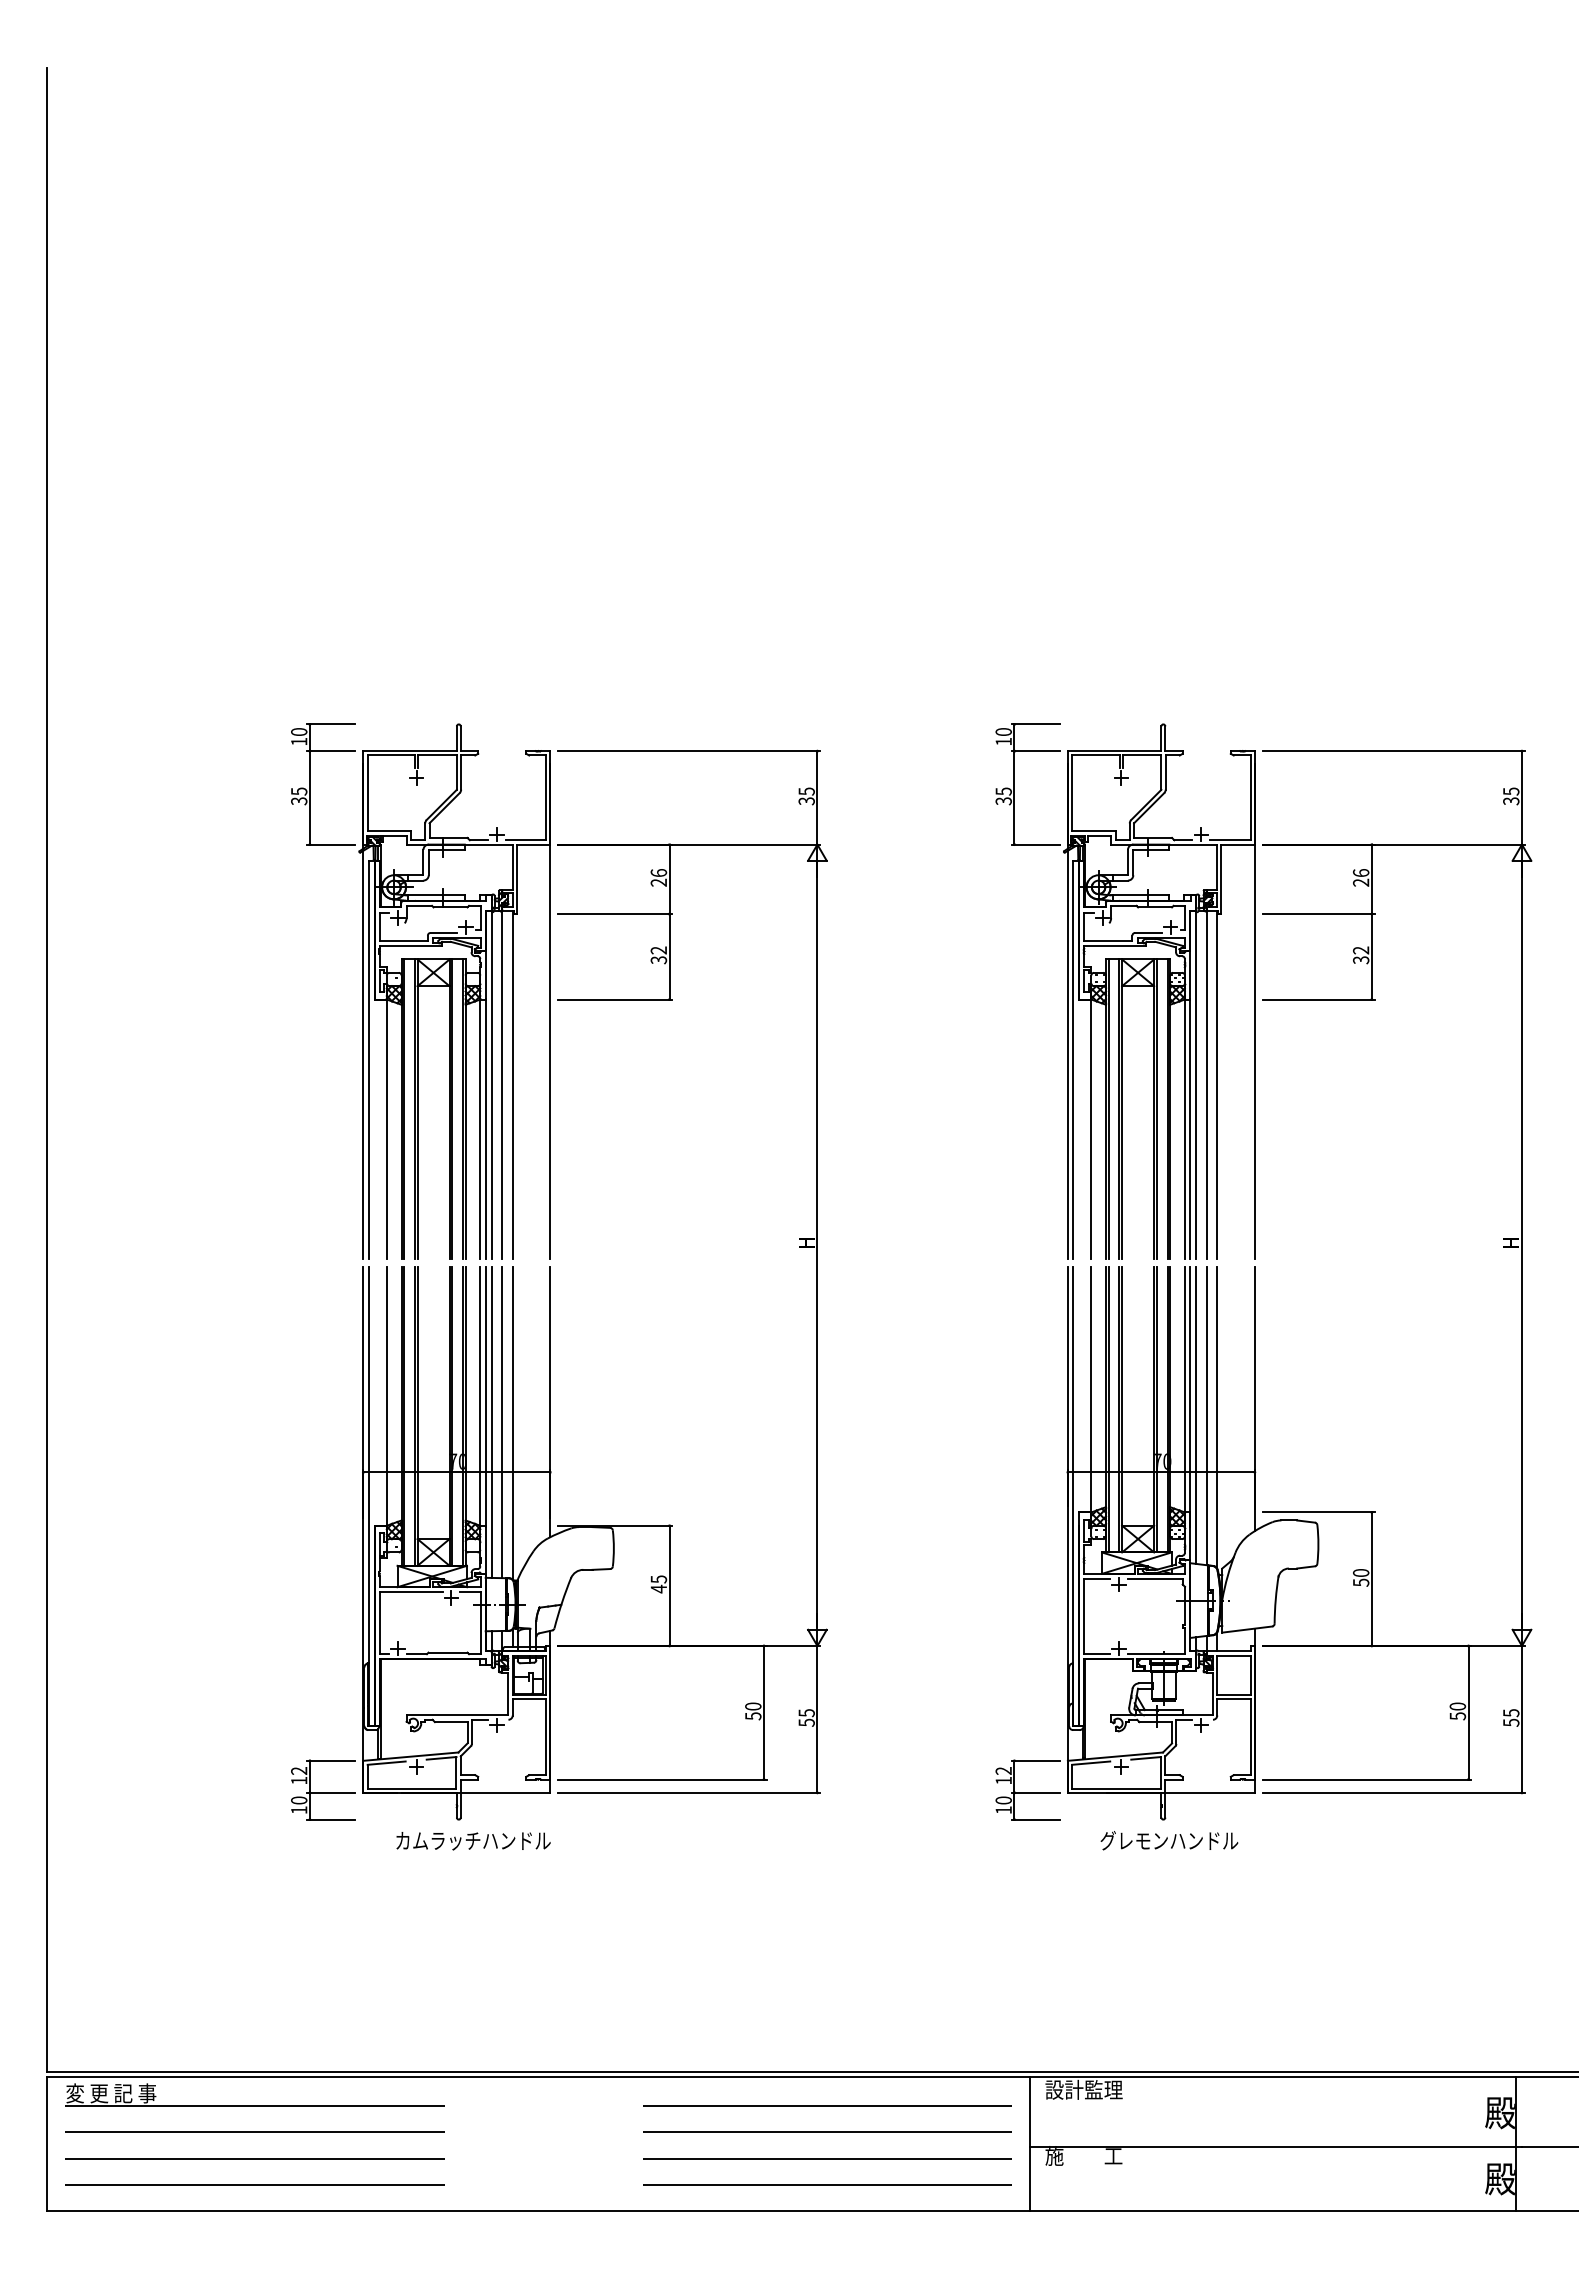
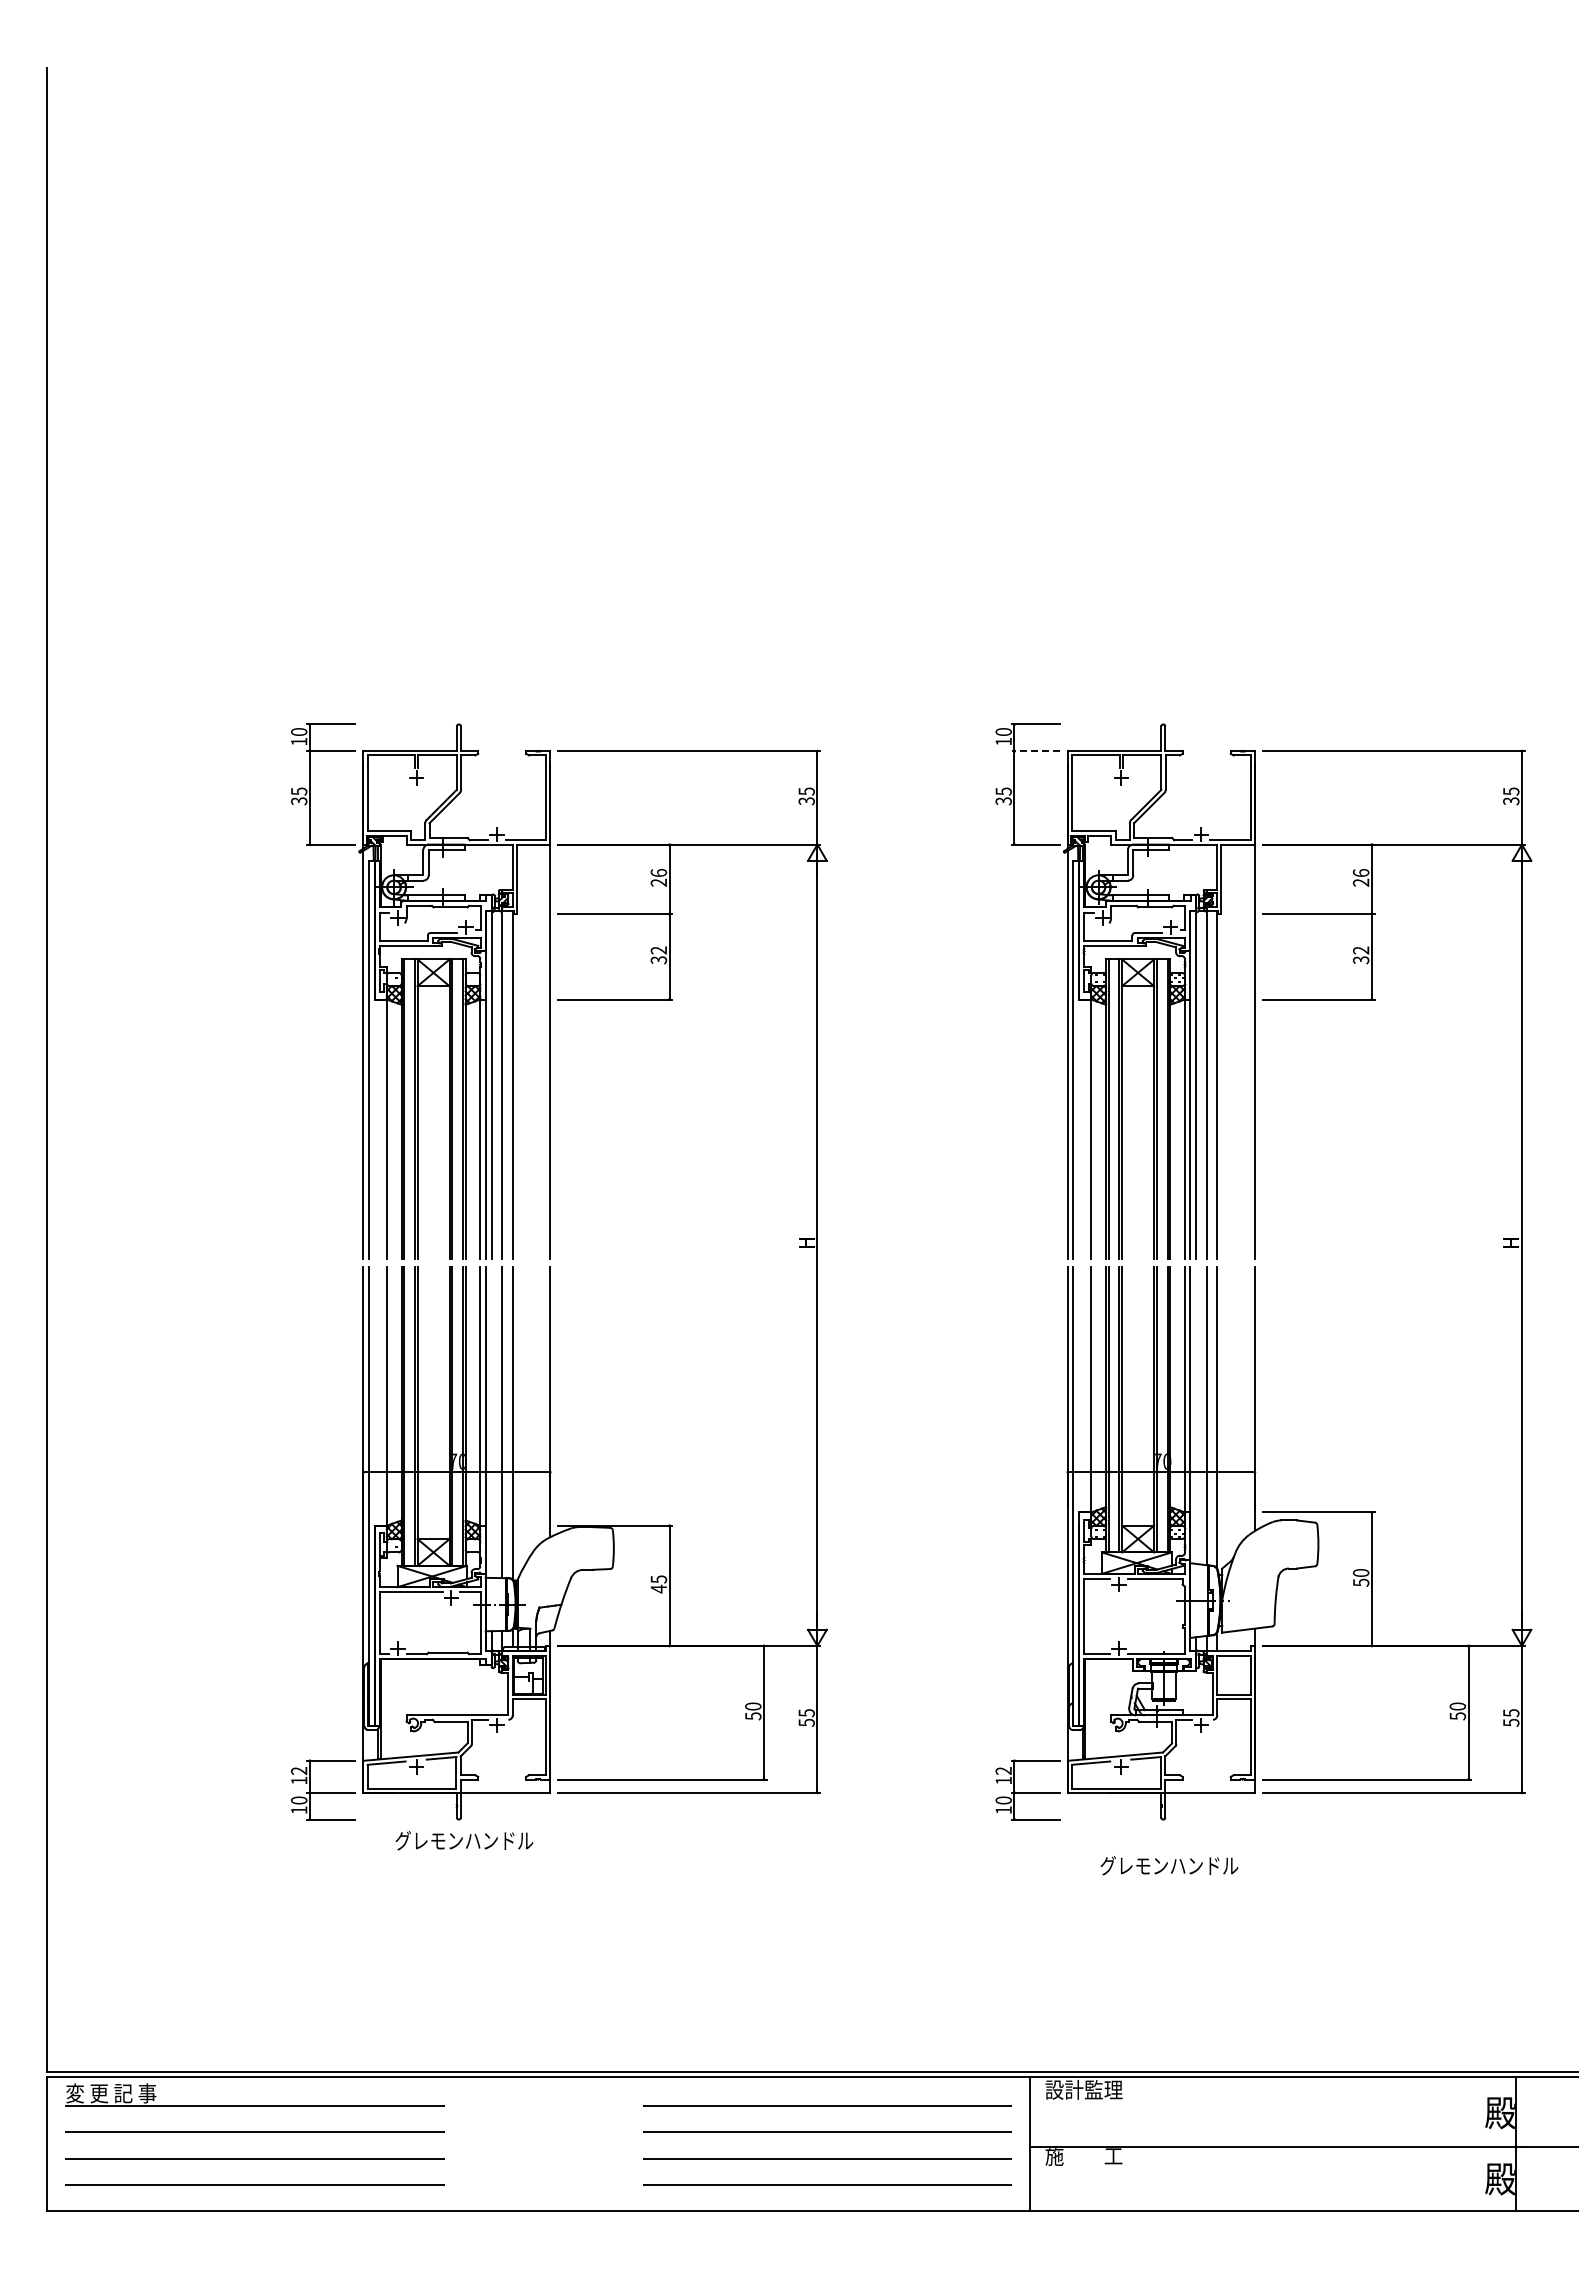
line at (1035, 751): solid -> dashed
line at (1196, 1414): present -> none
line at (491, 1421): present -> none
text at (472, 1840): カムラッチハンドル -> グレモンハンドル
text at (1169, 1840) position: (1169, 1840) -> (1169, 1865)
